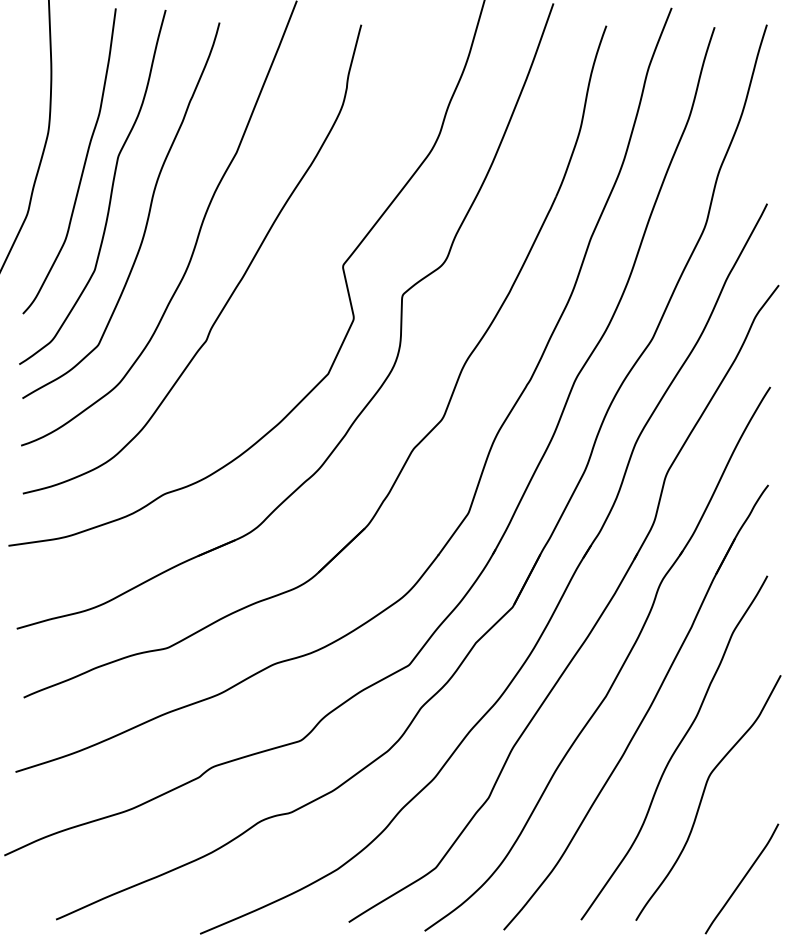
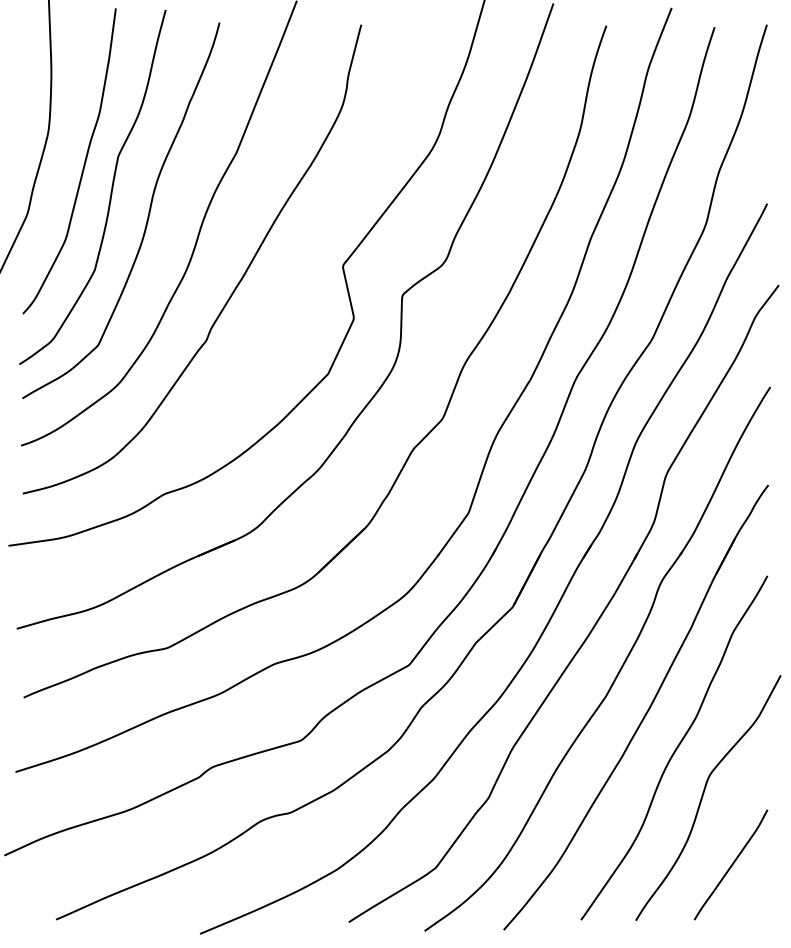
curve at (742, 878) position: (742, 878) -> (731, 864)
